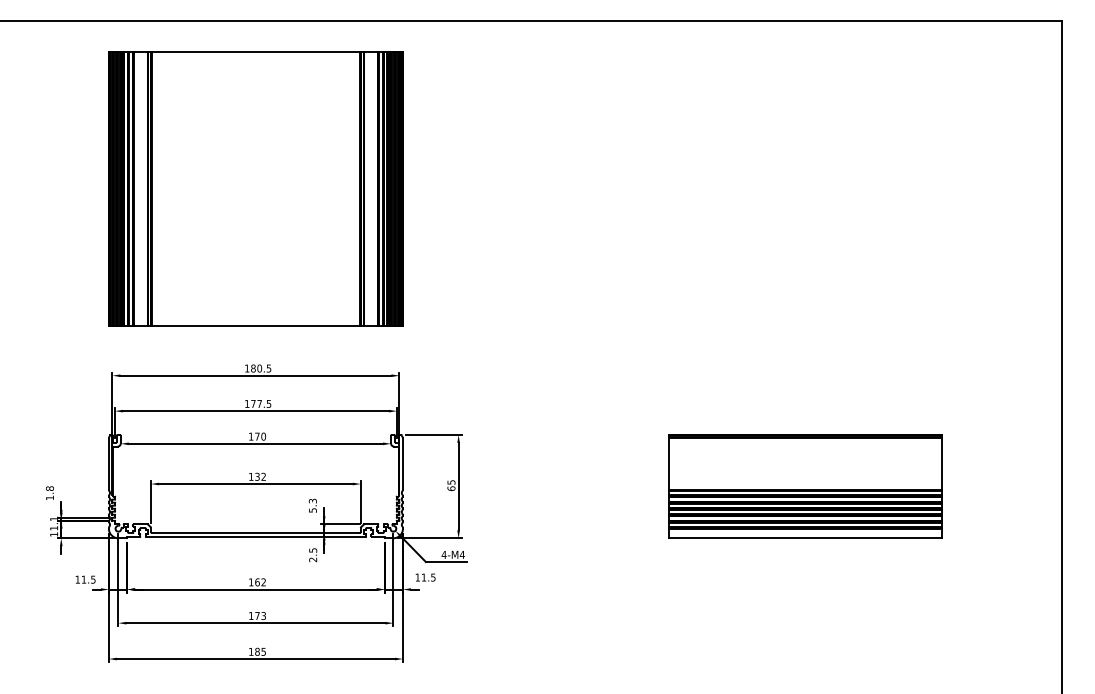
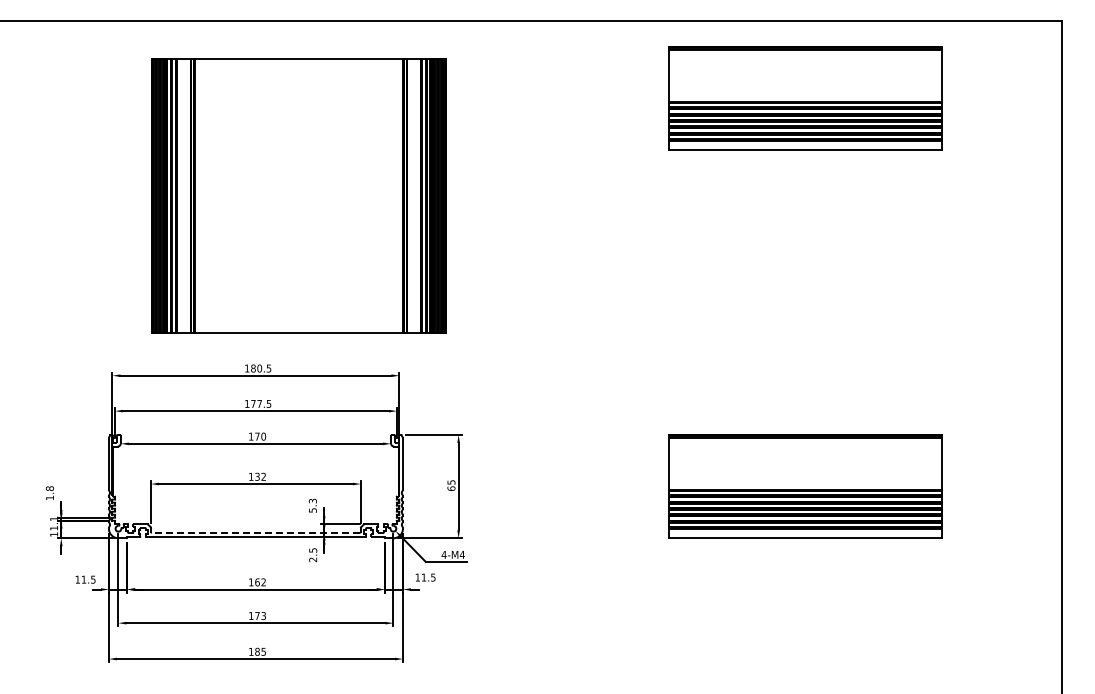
part at (805, 98): none -> present
part at (255, 188) position: (255, 188) -> (298, 195)
line at (255, 532): solid -> dashed
